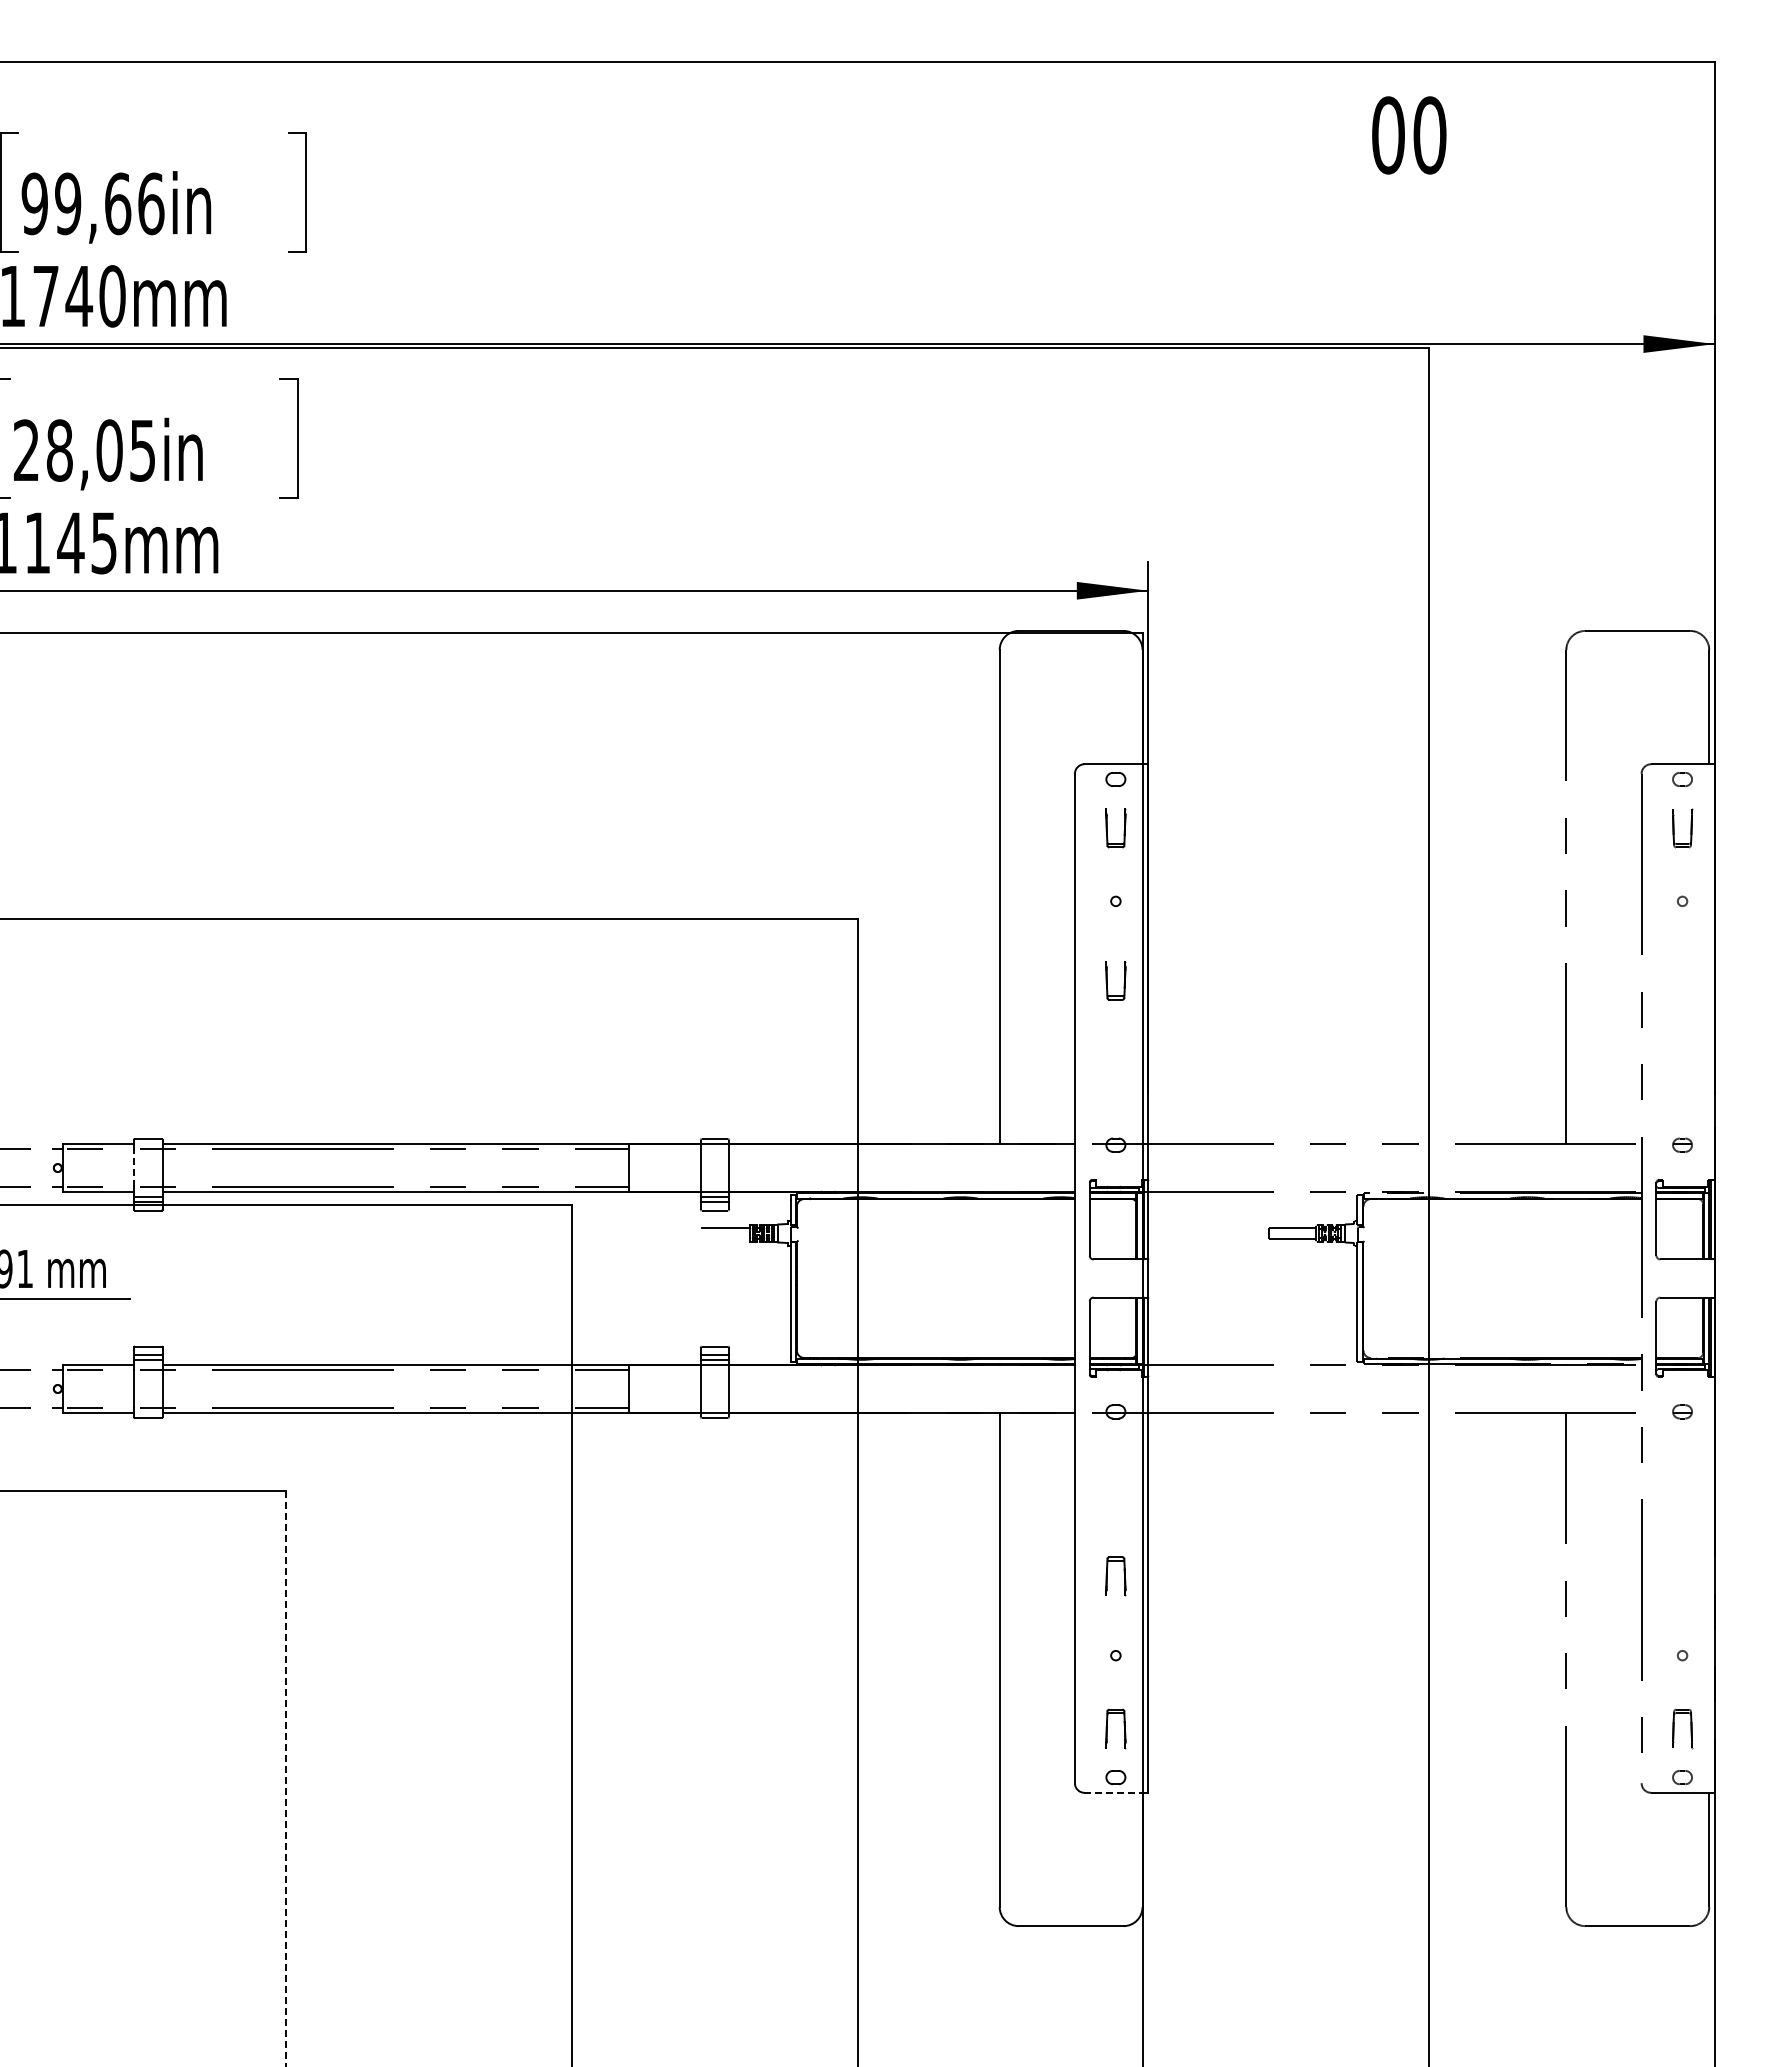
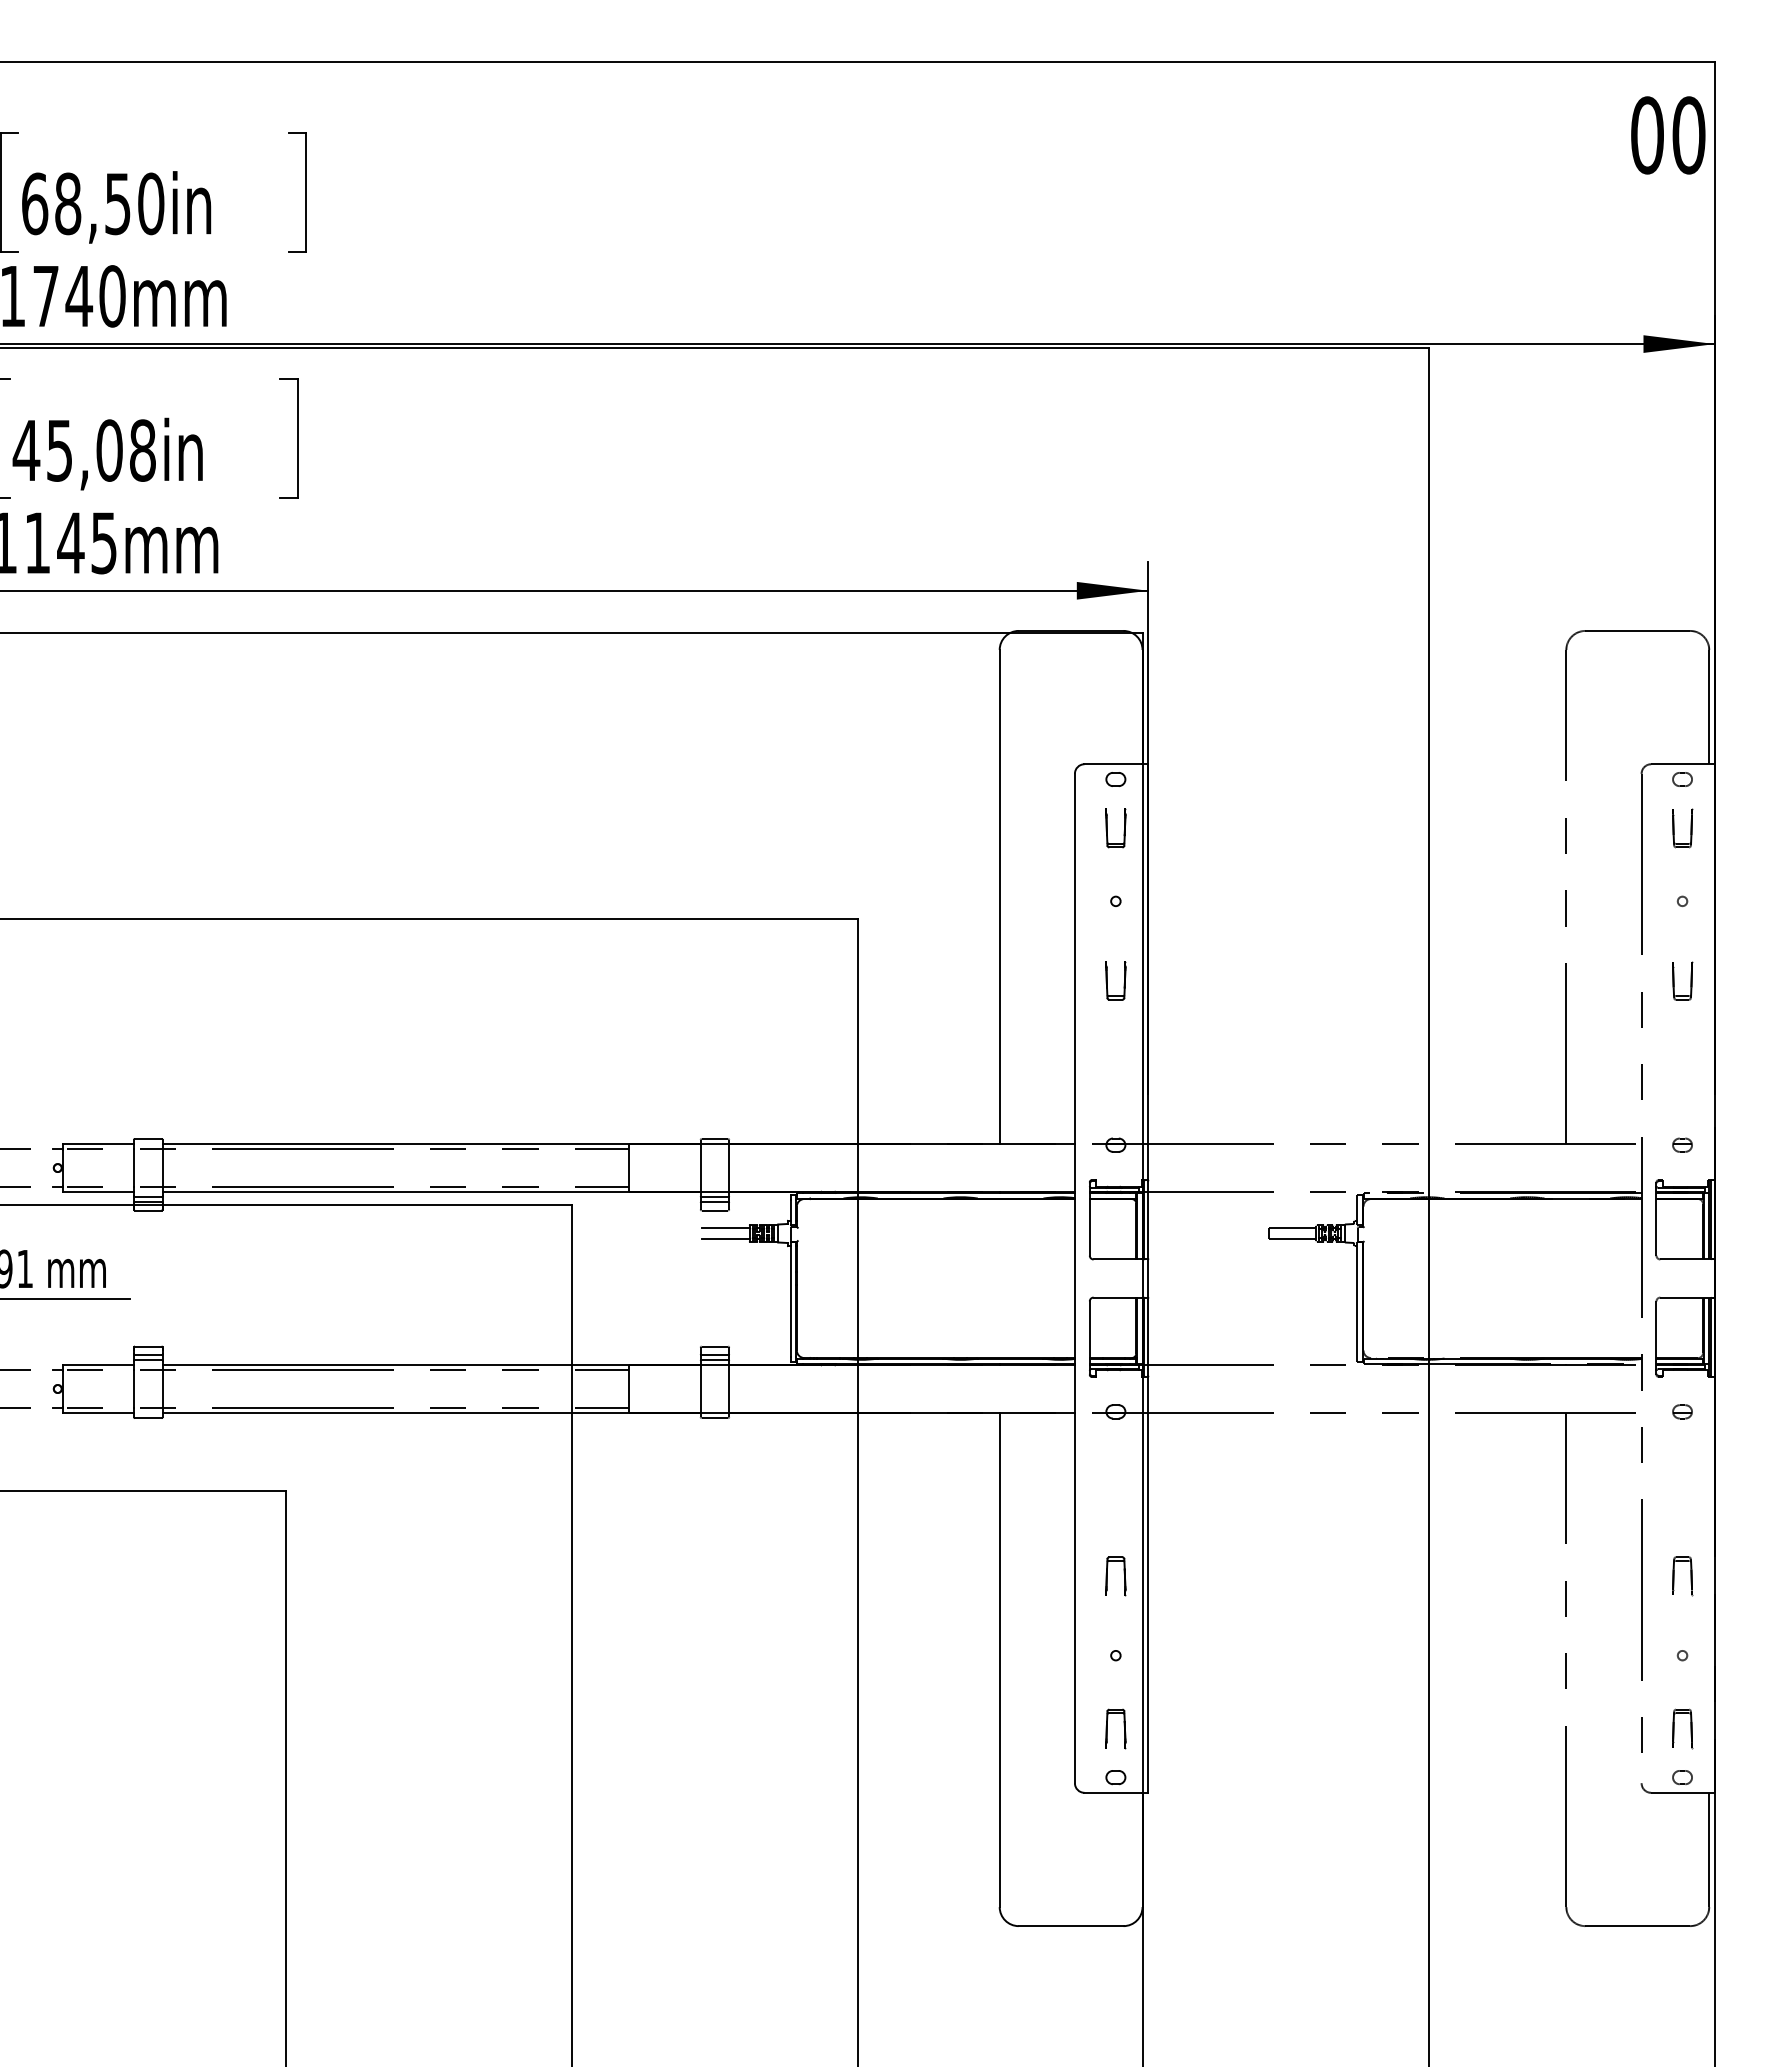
text at (1409, 135) position: (1409, 135) -> (1668, 135)
text at (92, 203): 99,66in -> 68,50in
text at (83, 450): 28,05in -> 45,08in
part at (1674, 980): none -> present
line at (134, 1168): dashed -> solid
line at (725, 1238): none -> present
part at (1674, 1576): none -> present
line at (286, 1778): dashed -> solid
line at (1113, 1792): dashed -> solid
